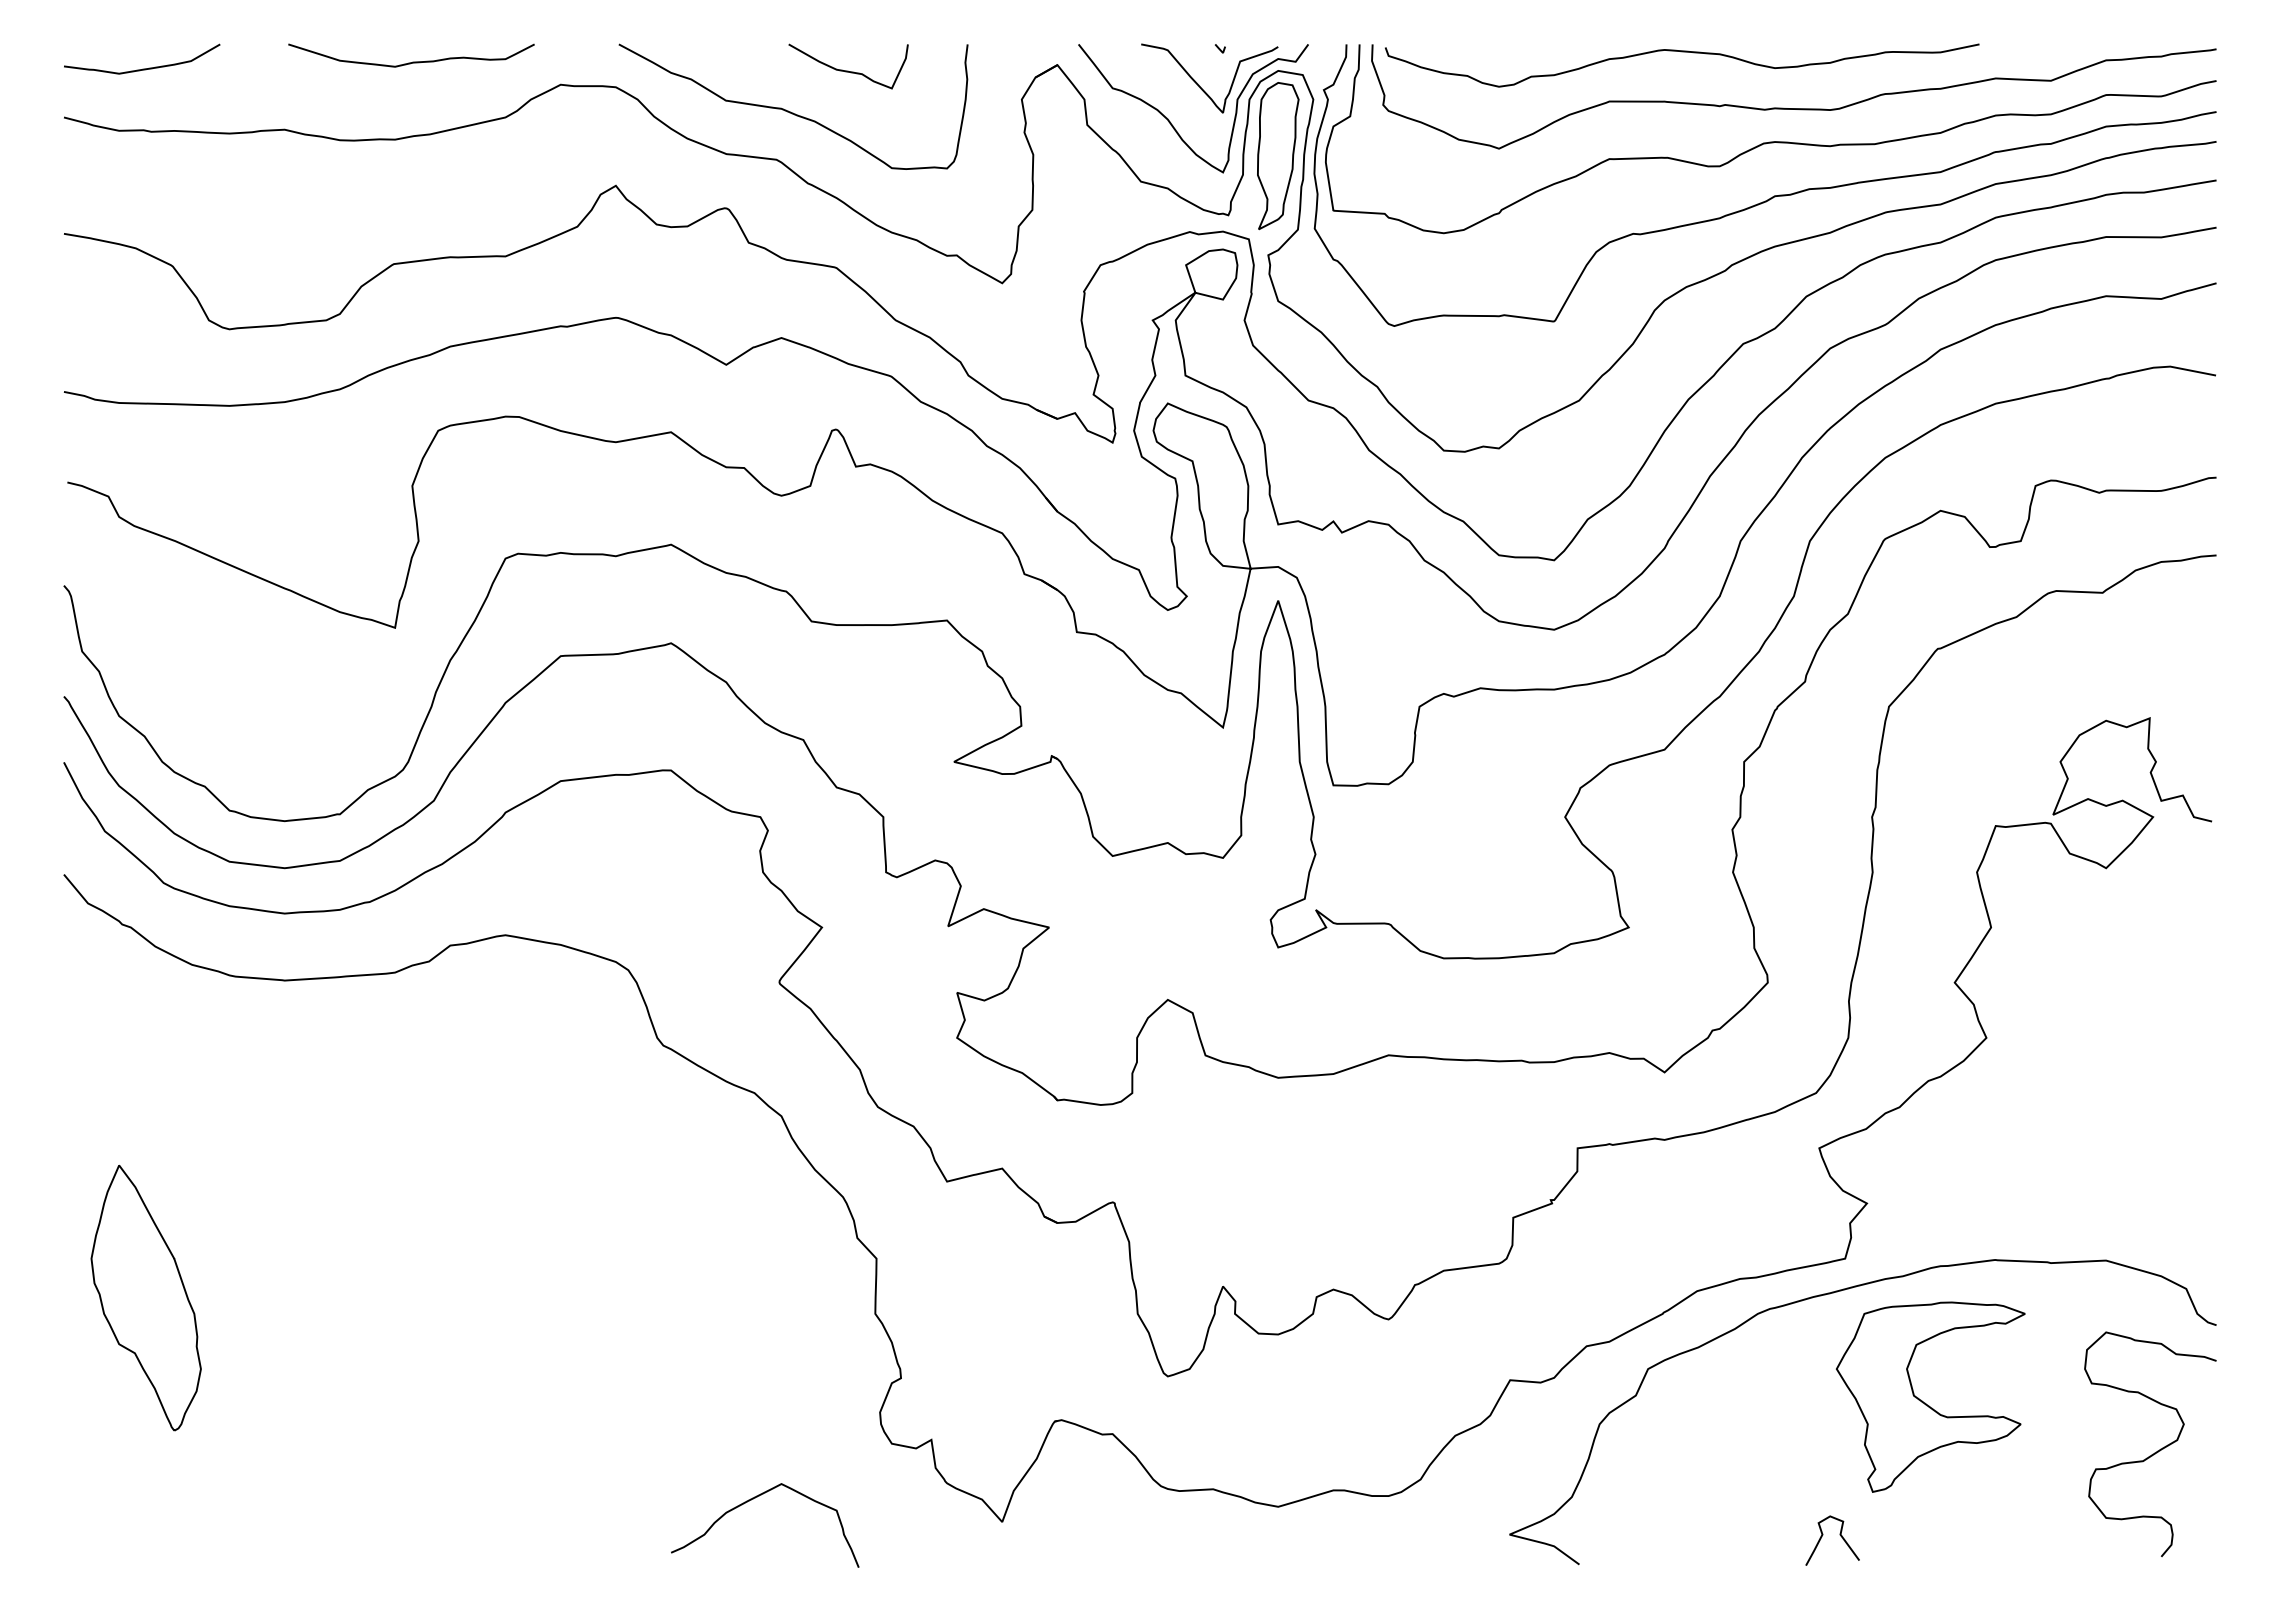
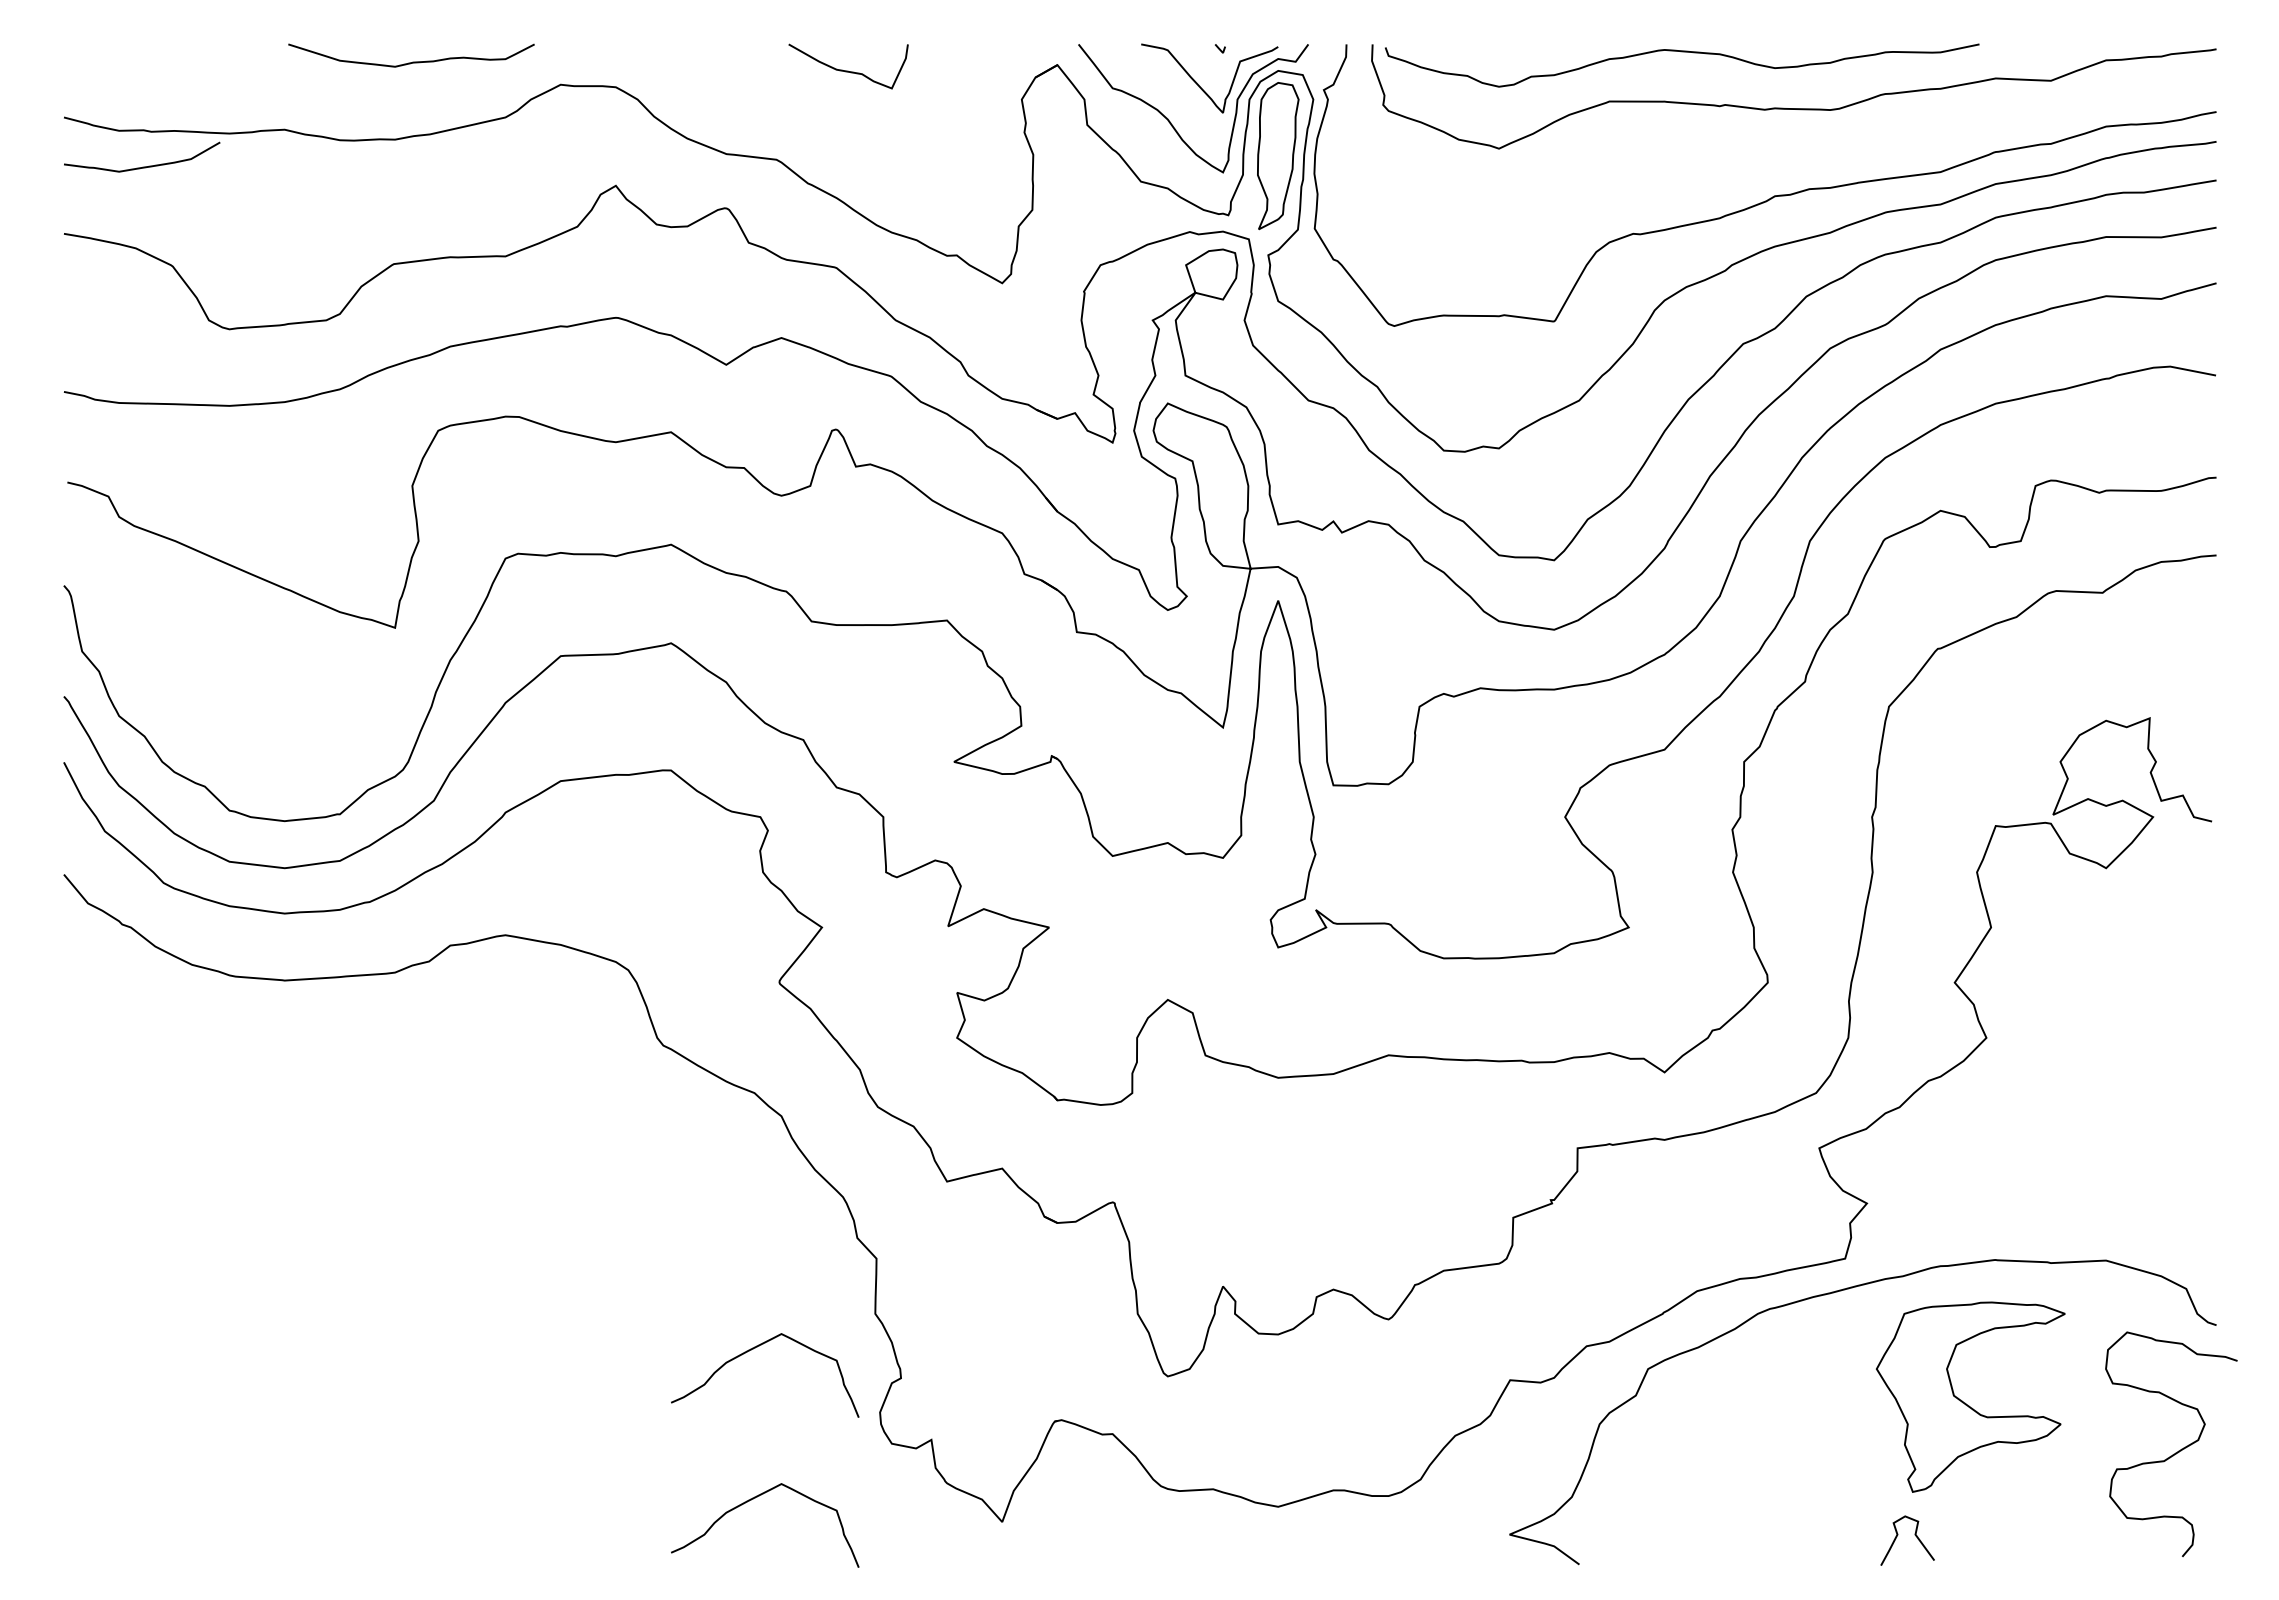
curve at (142, 68) position: (142, 68) -> (142, 166)
curve at (790, 111): present -> none
curve at (1770, 141): present -> none
part at (145, 1297): present -> none
curve at (753, 1349): none -> present
part at (1925, 1402) position: (1925, 1402) -> (1965, 1402)
curve at (2154, 1452) position: (2154, 1452) -> (2175, 1452)
curve at (1840, 1536) position: (1840, 1536) -> (1915, 1536)
